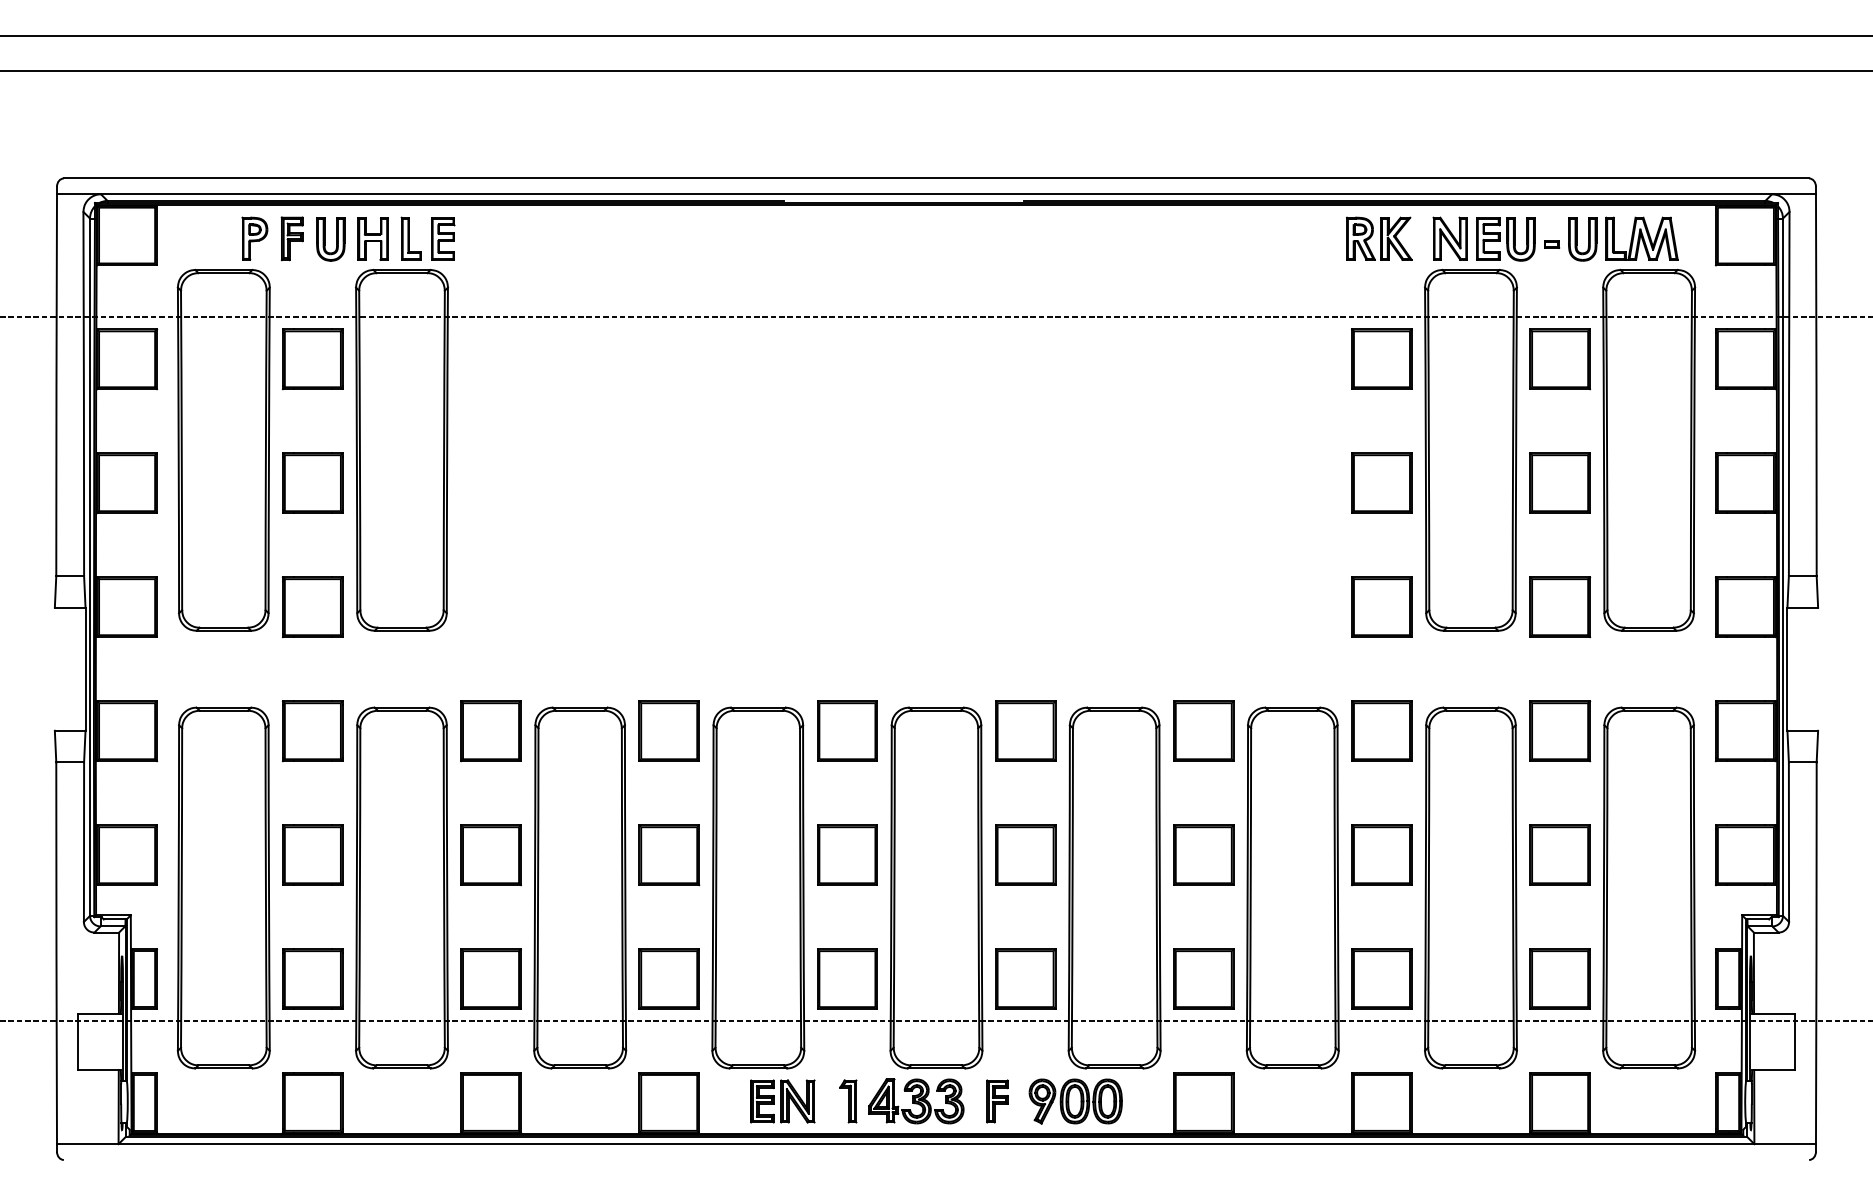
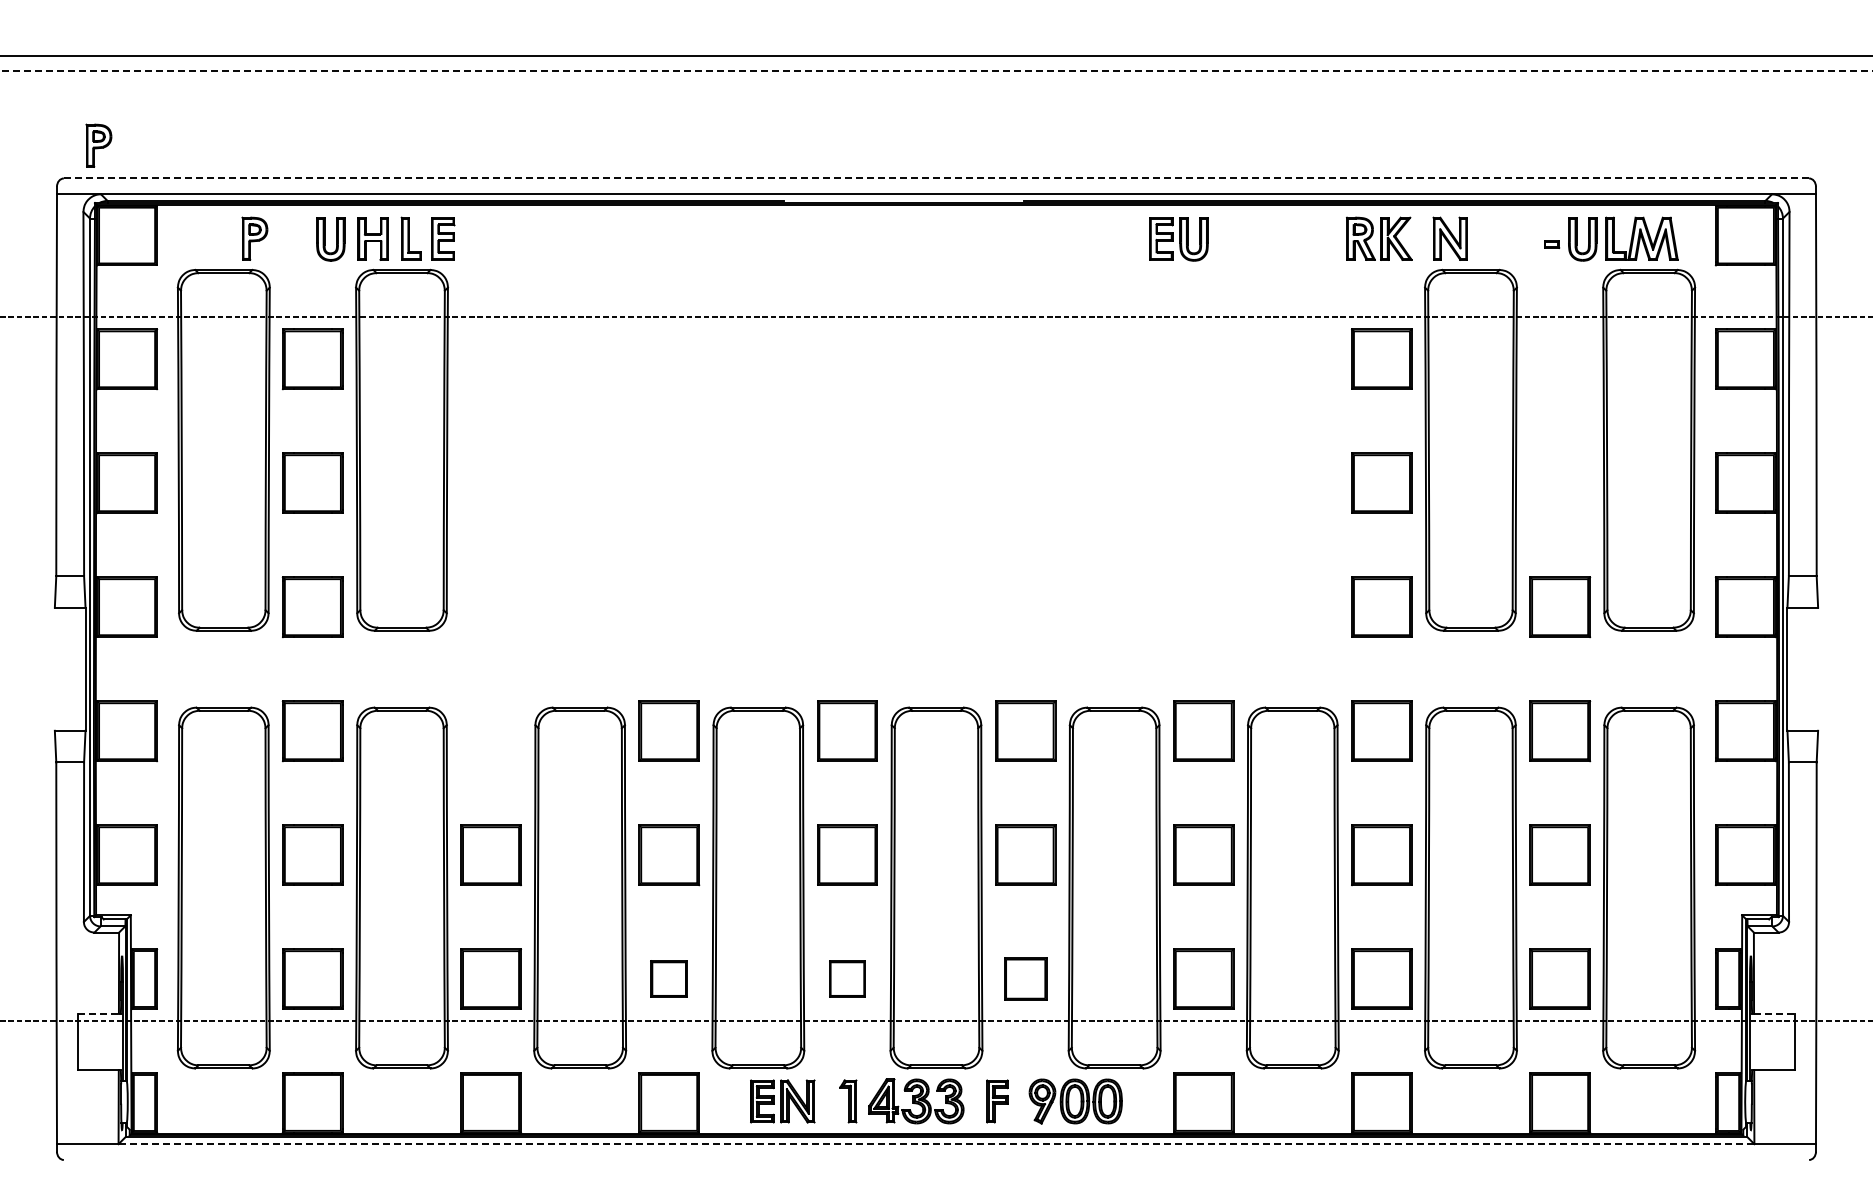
line at (935, 36) position: (935, 36) -> (935, 56)
line at (936, 71): solid -> dashed
part at (98, 145): none -> present
line at (936, 178): solid -> dashed
part at (291, 238): present -> none
part at (1505, 239) position: (1505, 239) -> (1178, 239)
part at (1560, 359): present -> none
part at (1559, 482): present -> none
part at (490, 731): present -> none
part at (668, 978) size: 62x62 px -> 38x38 px
part at (847, 978) size: 61x62 px -> 37x38 px
part at (1025, 978) size: 62x62 px -> 44x44 px
line at (99, 1013): solid -> dashed
line at (1774, 1013): solid -> dashed
line at (936, 1144): solid -> dashed
